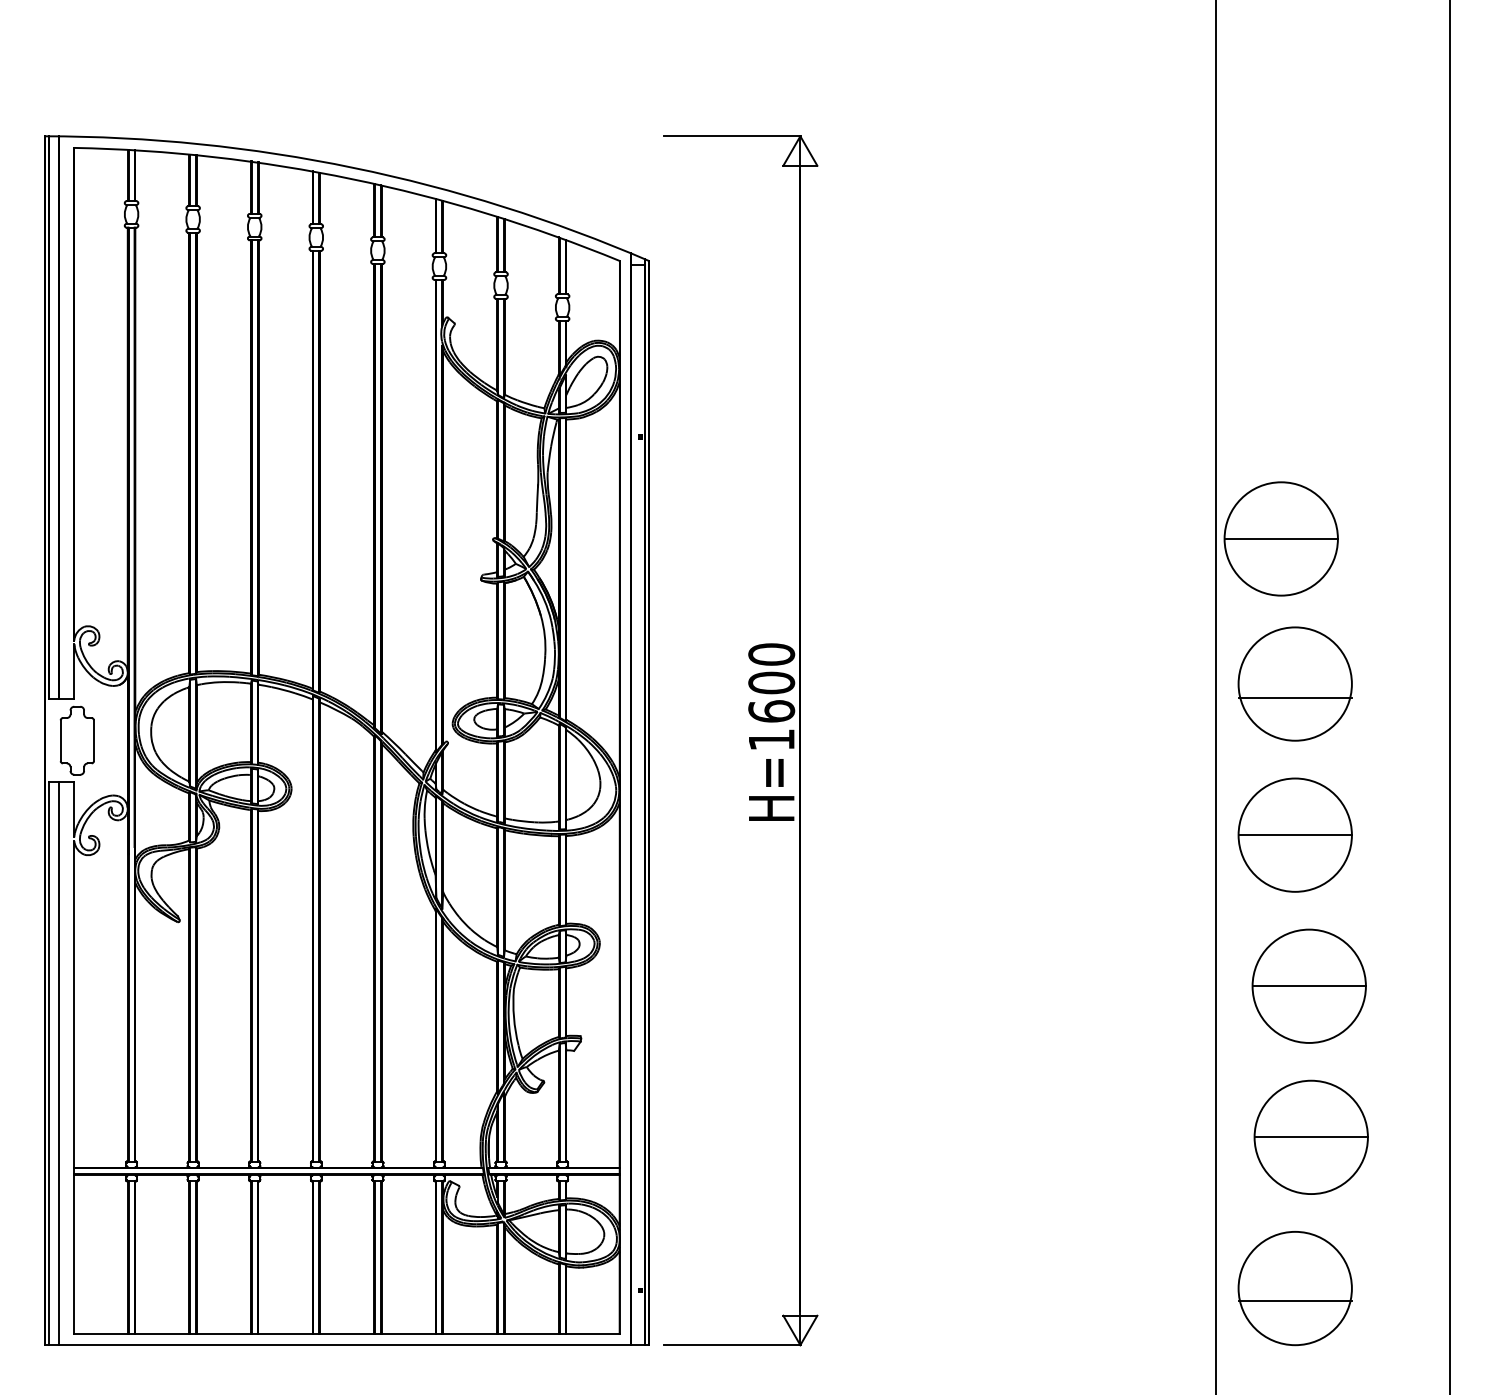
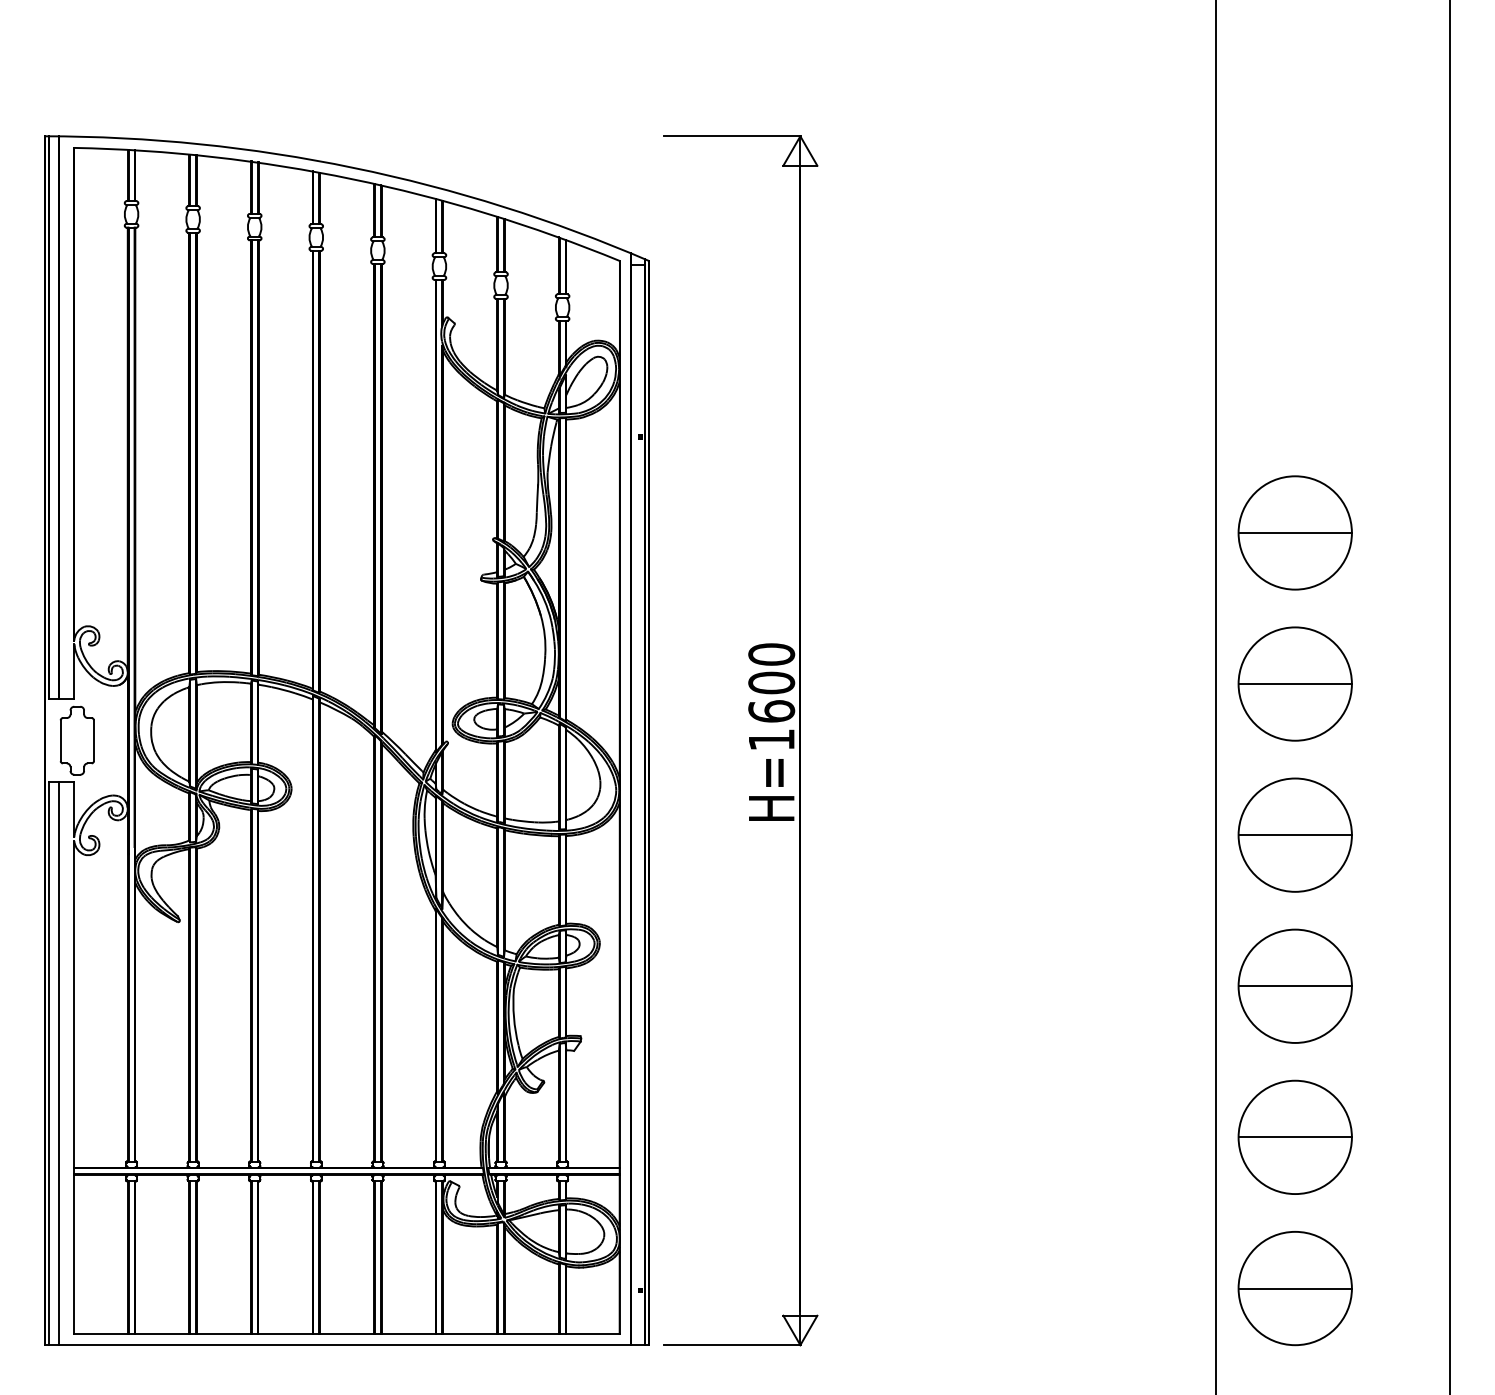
part at (1280, 538) position: (1280, 538) -> (1294, 532)
line at (1294, 698) position: (1294, 698) -> (1294, 684)
part at (1308, 985) position: (1308, 985) -> (1294, 985)
part at (1310, 1136) position: (1310, 1136) -> (1294, 1136)
line at (1294, 1300) position: (1294, 1300) -> (1294, 1288)
